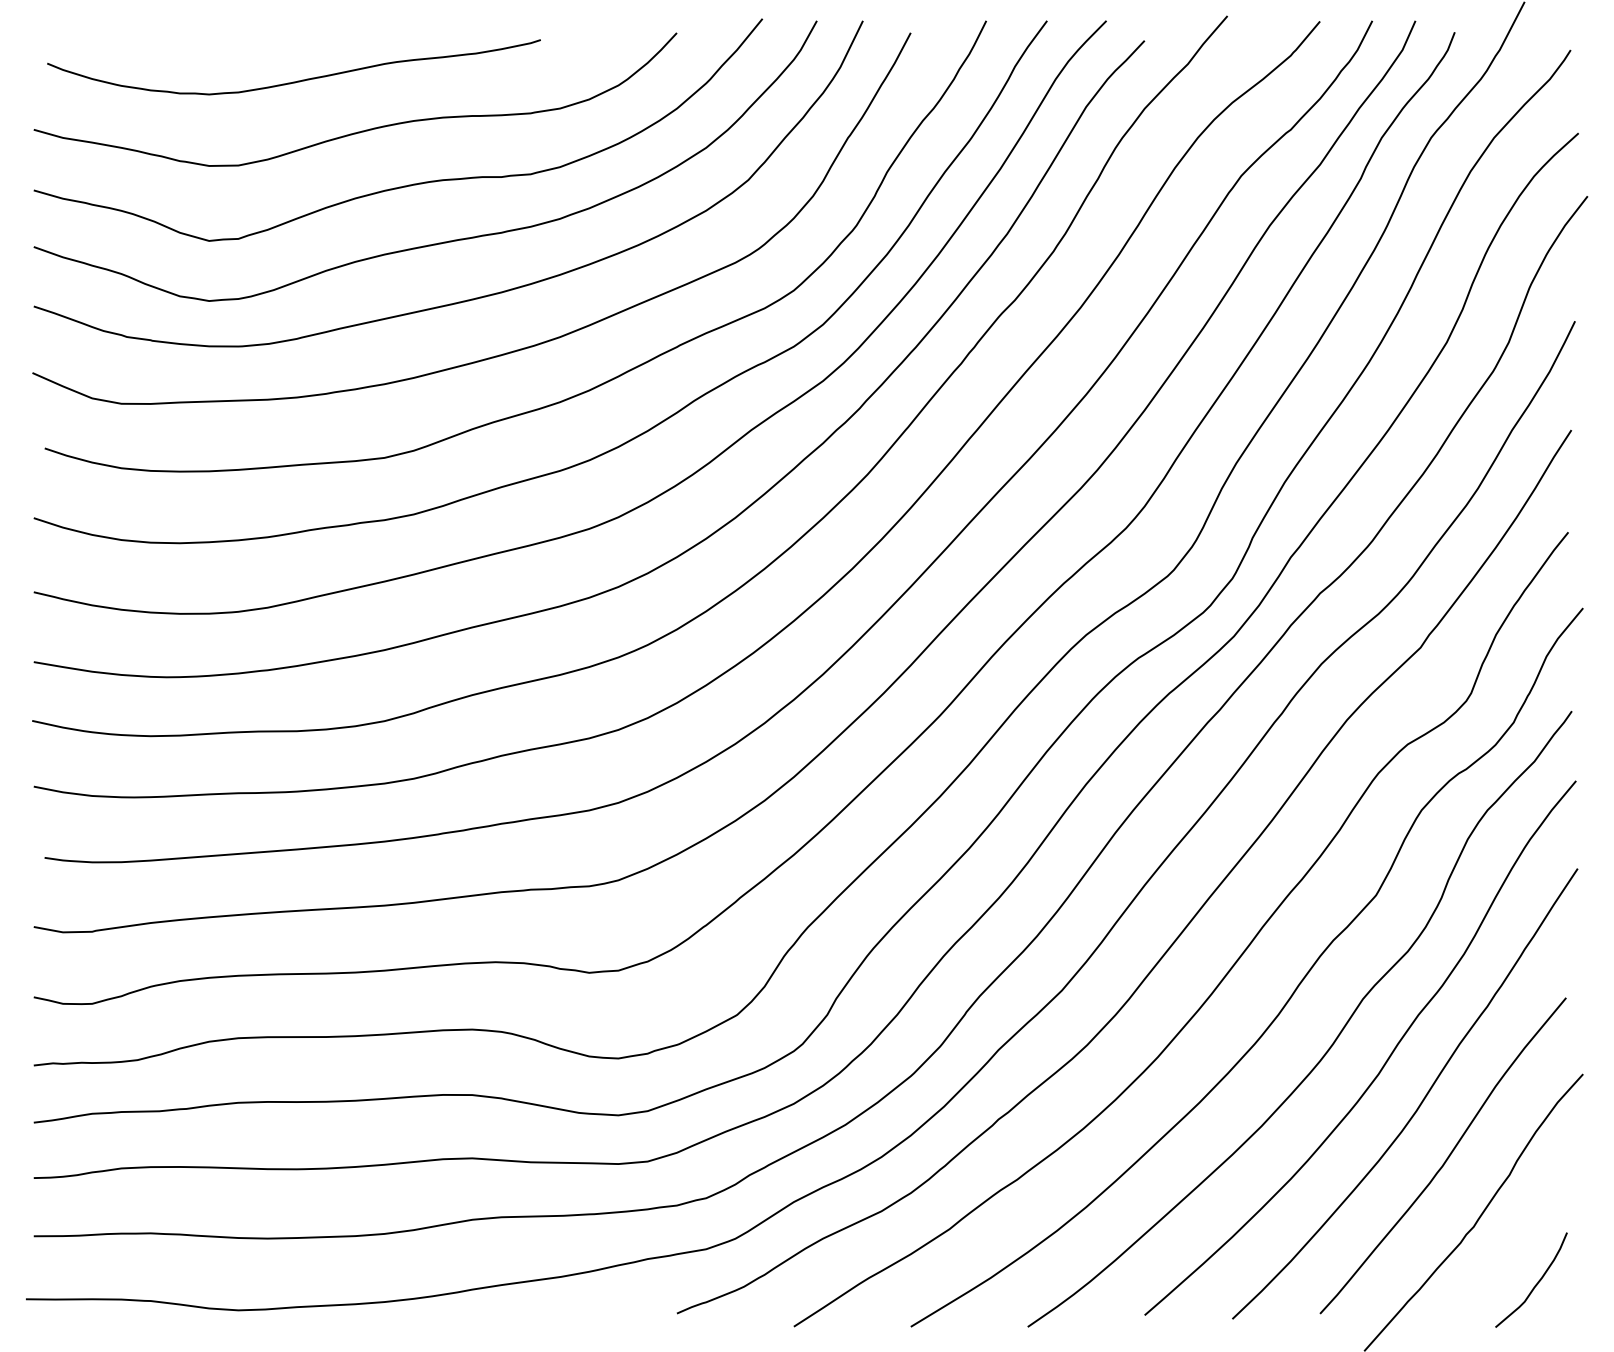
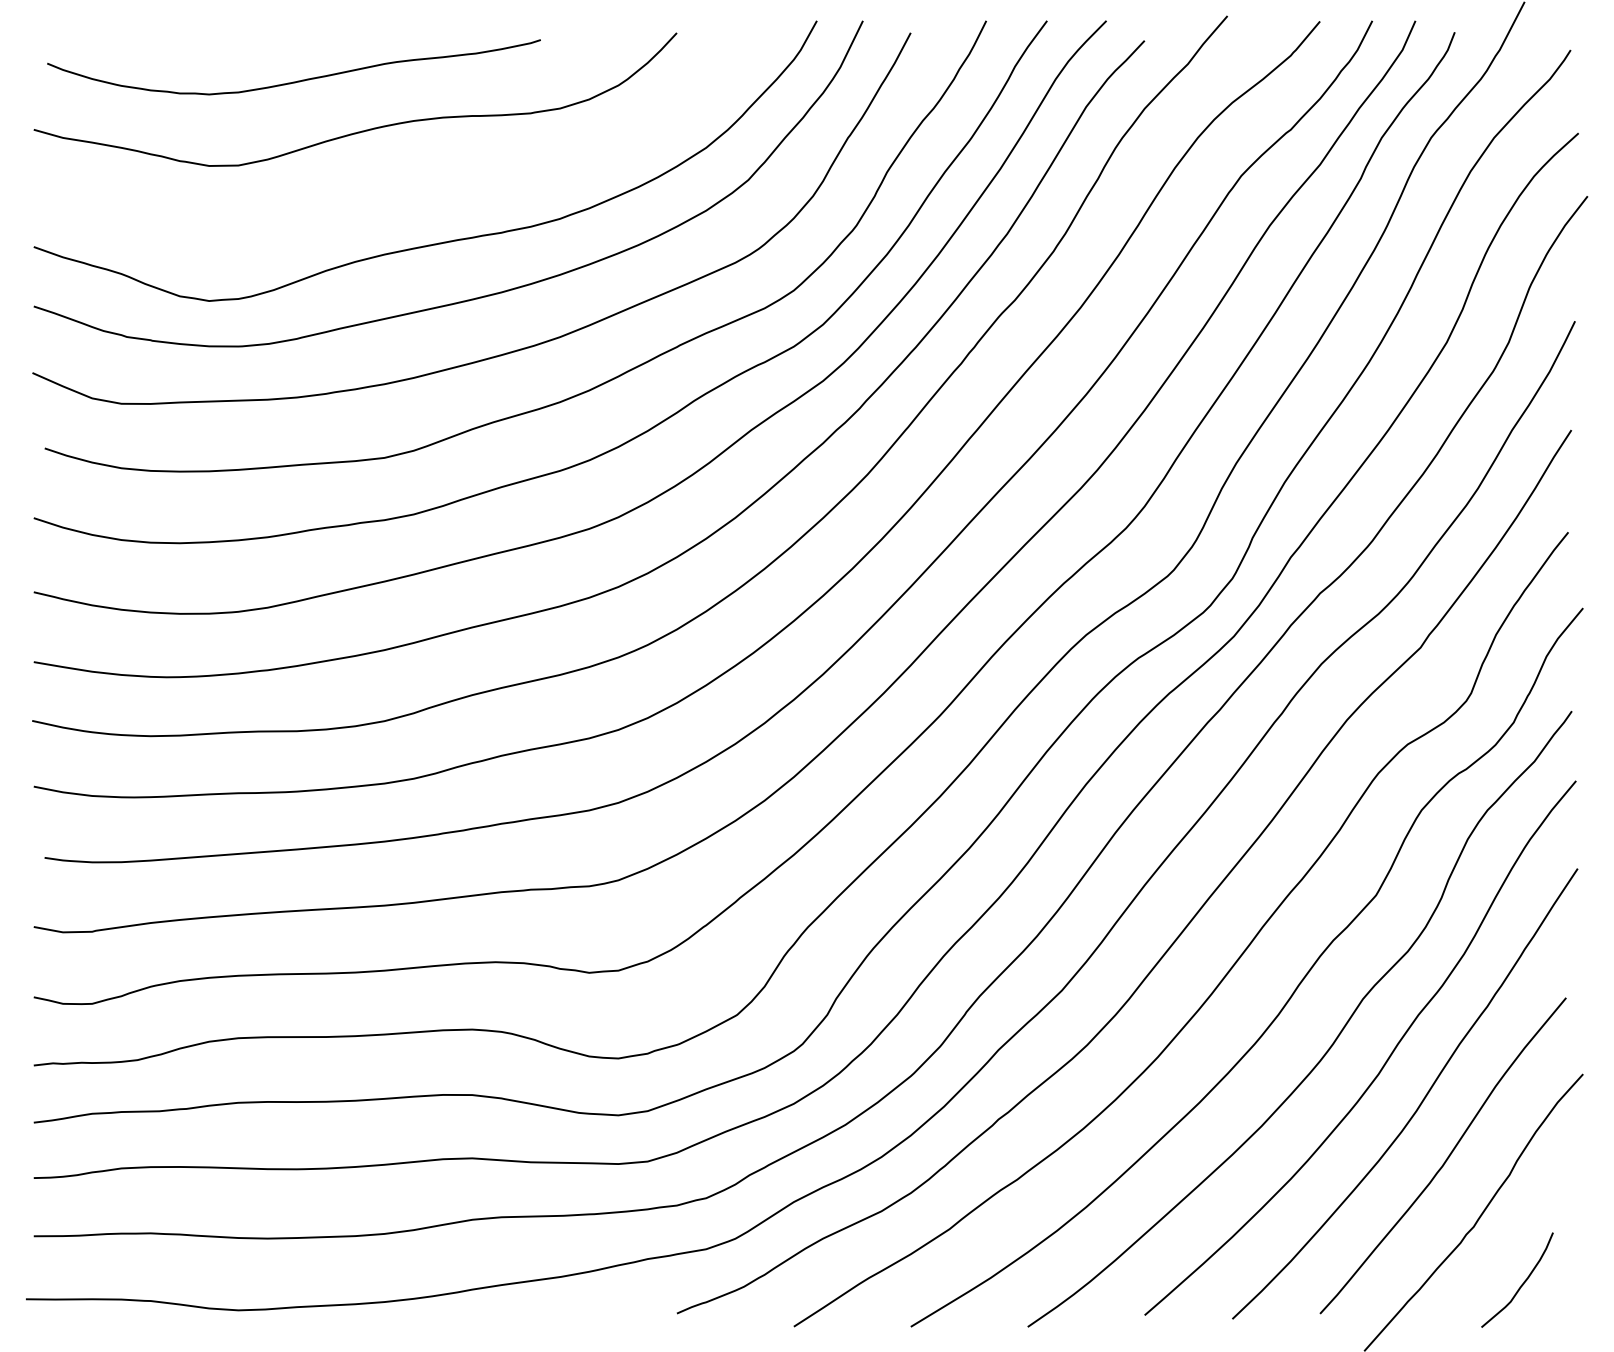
curve at (408, 184): present -> none
curve at (1536, 1283) position: (1536, 1283) -> (1522, 1283)
